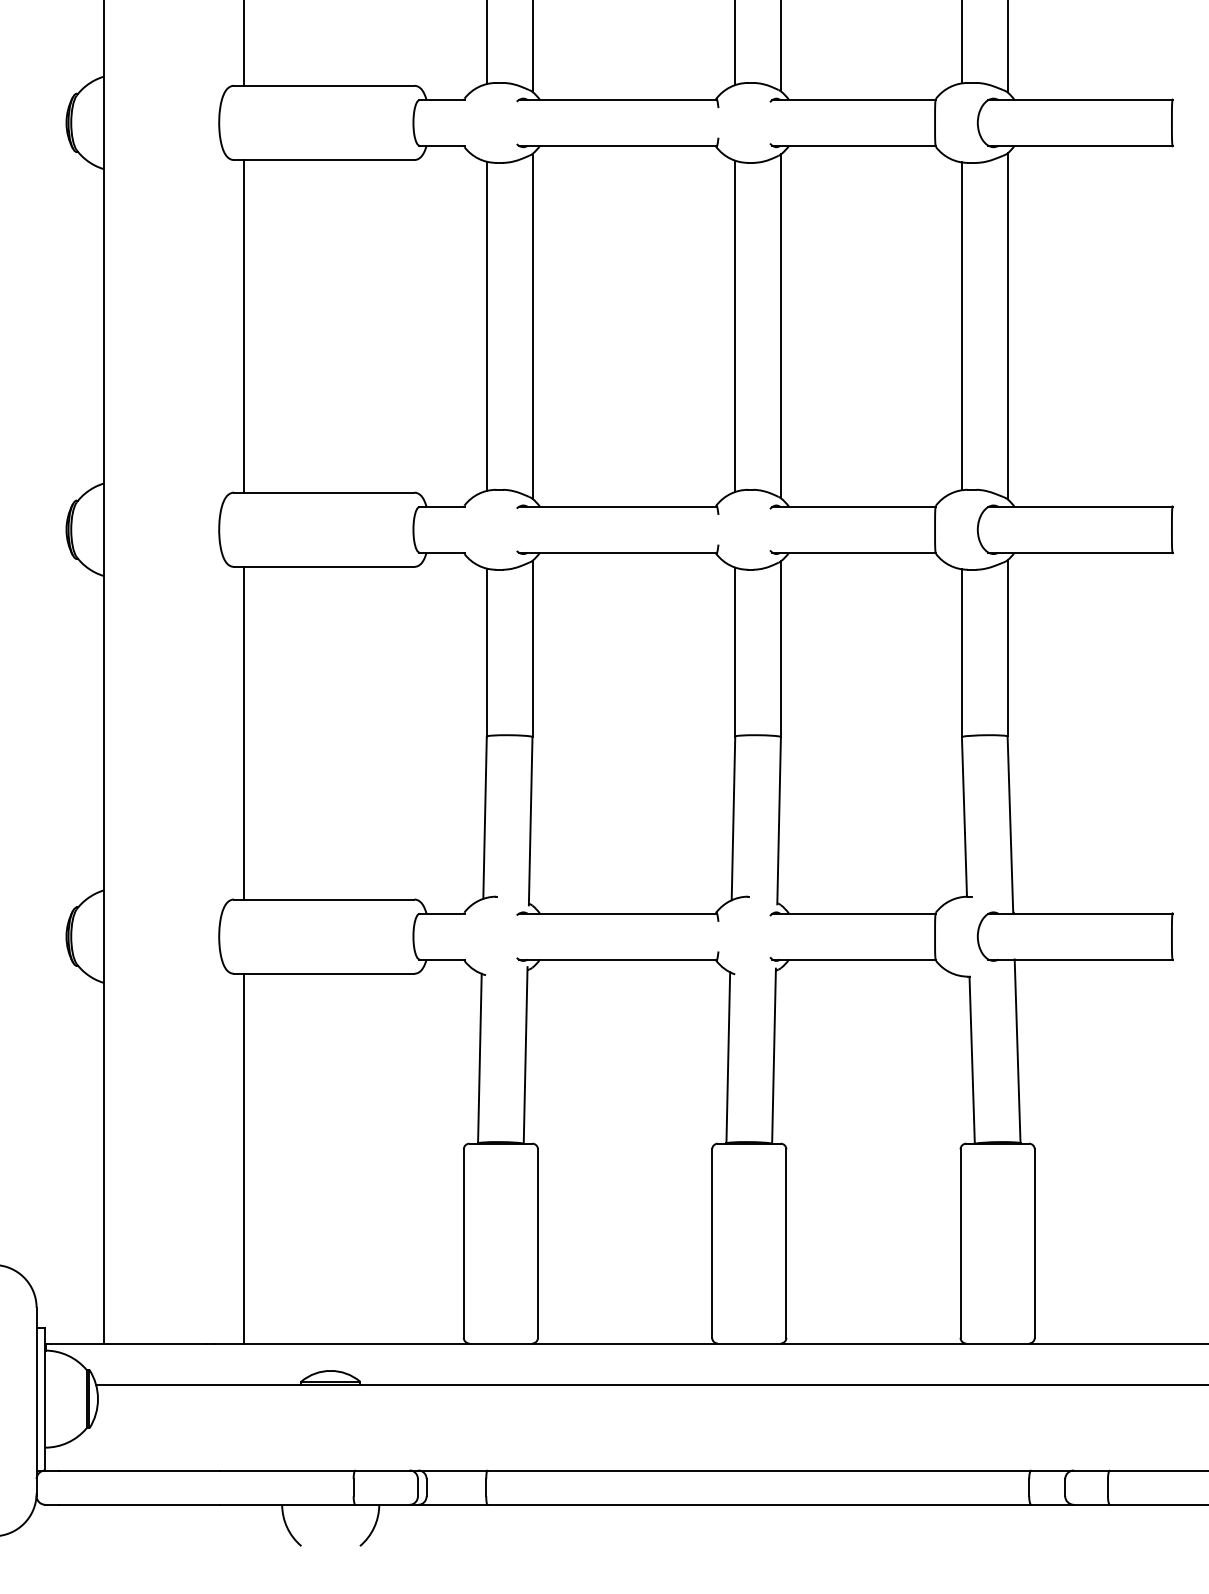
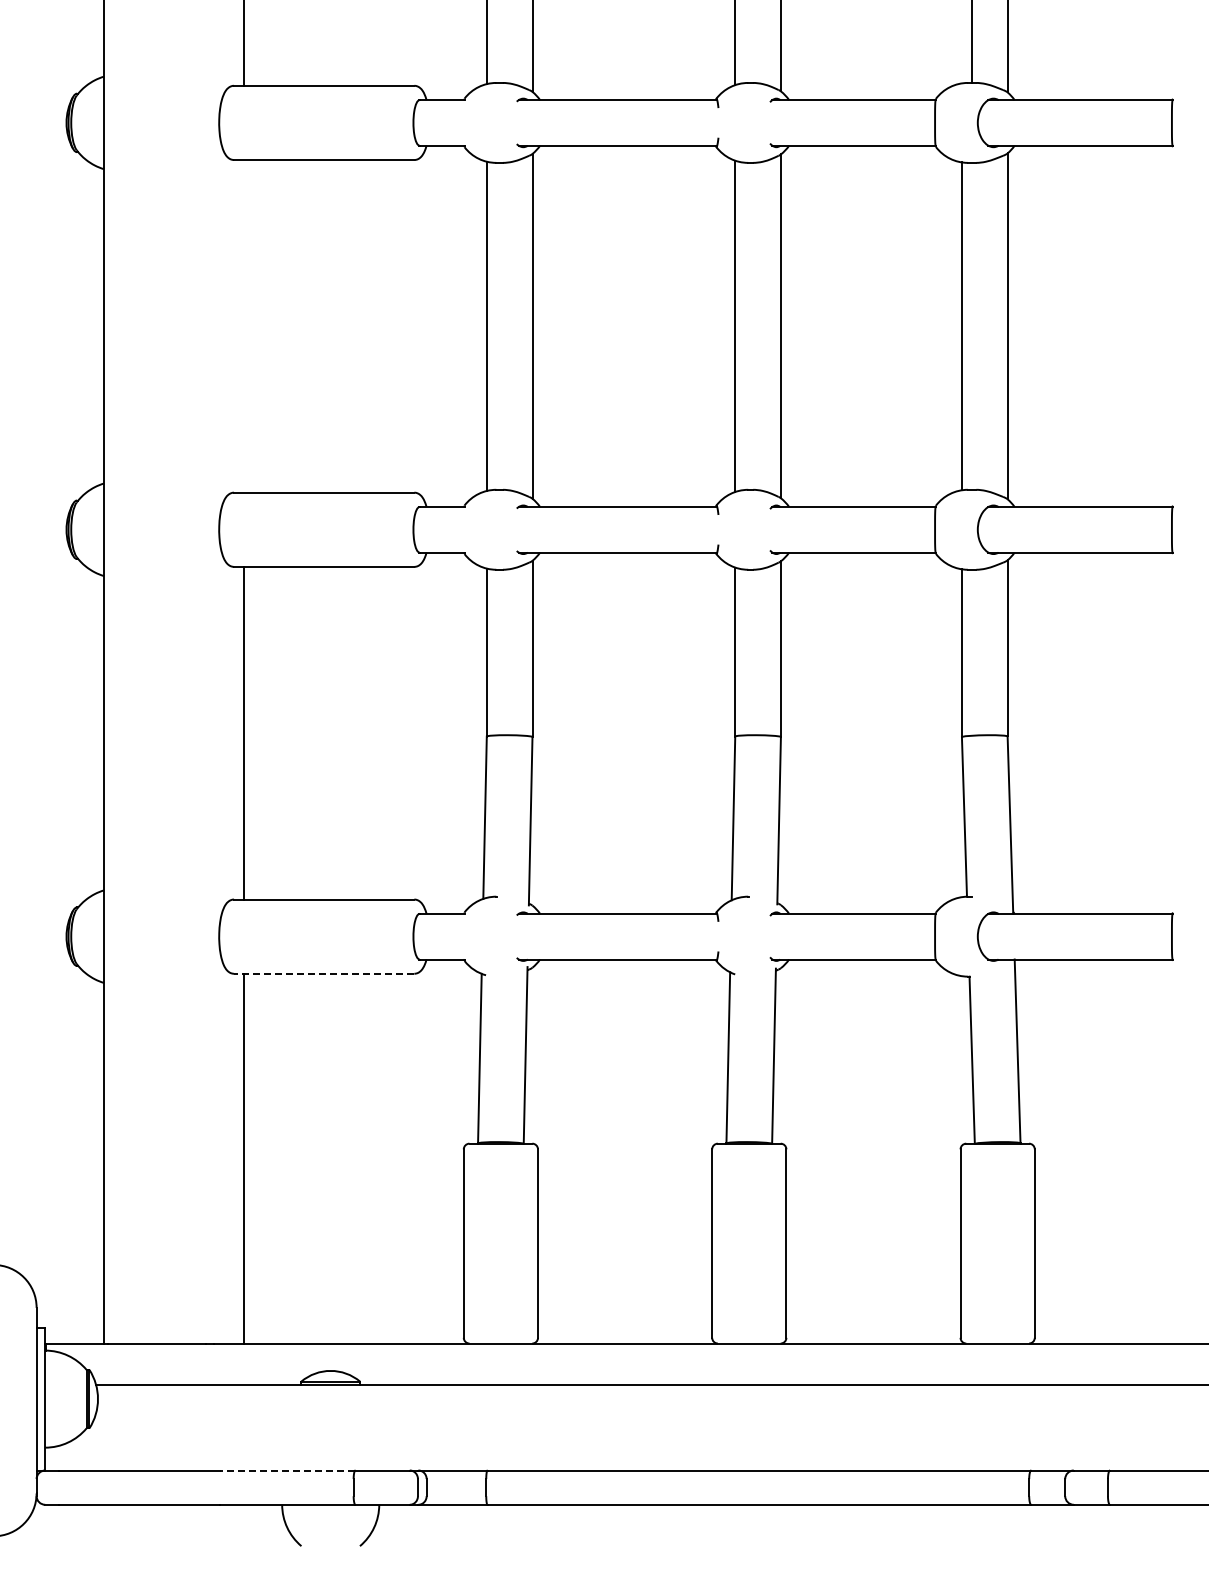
line at (961, 42) position: (961, 42) -> (971, 42)
line at (243, 326): present -> none
line at (323, 973): solid -> dashed
line at (287, 1470): solid -> dashed
